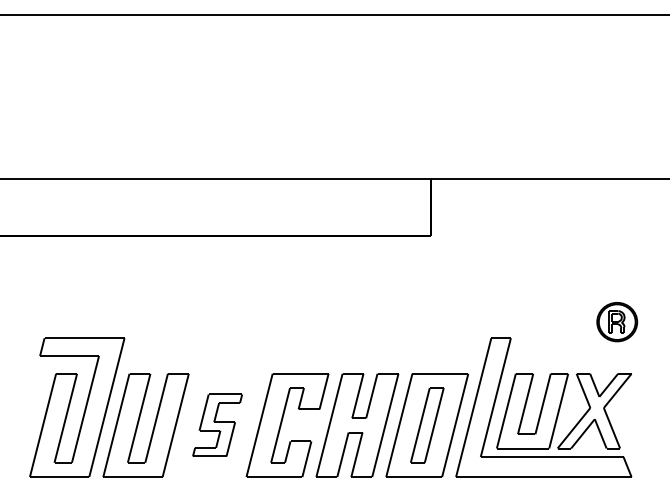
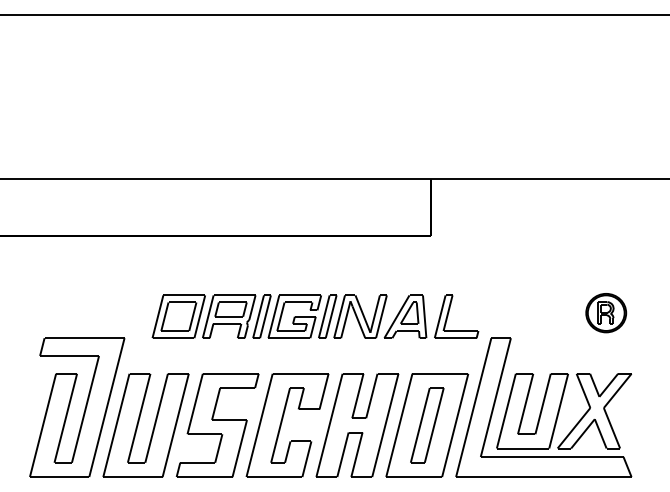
part at (315, 316): none -> present
part at (617, 322) position: (617, 322) -> (606, 313)
part at (217, 424) size: 51x64 px -> 85x105 px
